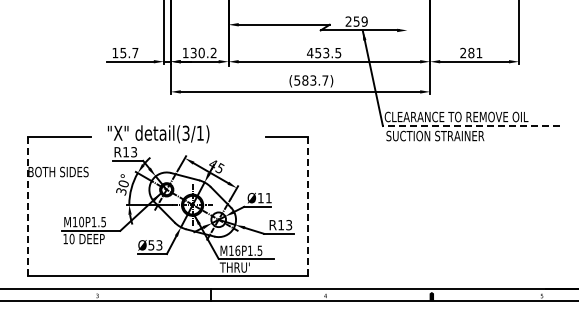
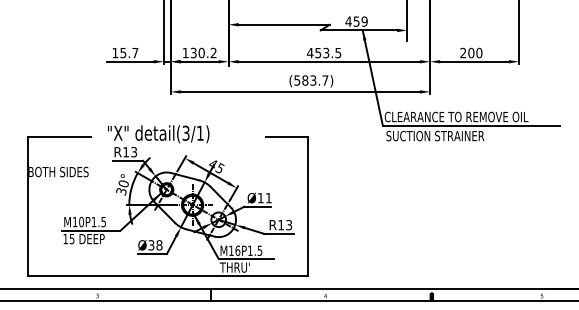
text at (348, 21): 259 -> 459
line at (407, 21): none -> present
text at (475, 52): 281 -> 200
line at (471, 126): dashed -> solid
line at (27, 205): dashed -> solid
line at (307, 206): dashed -> solid
text at (71, 238): 10 -> 15
text at (155, 245): Ø53 -> Ø38
